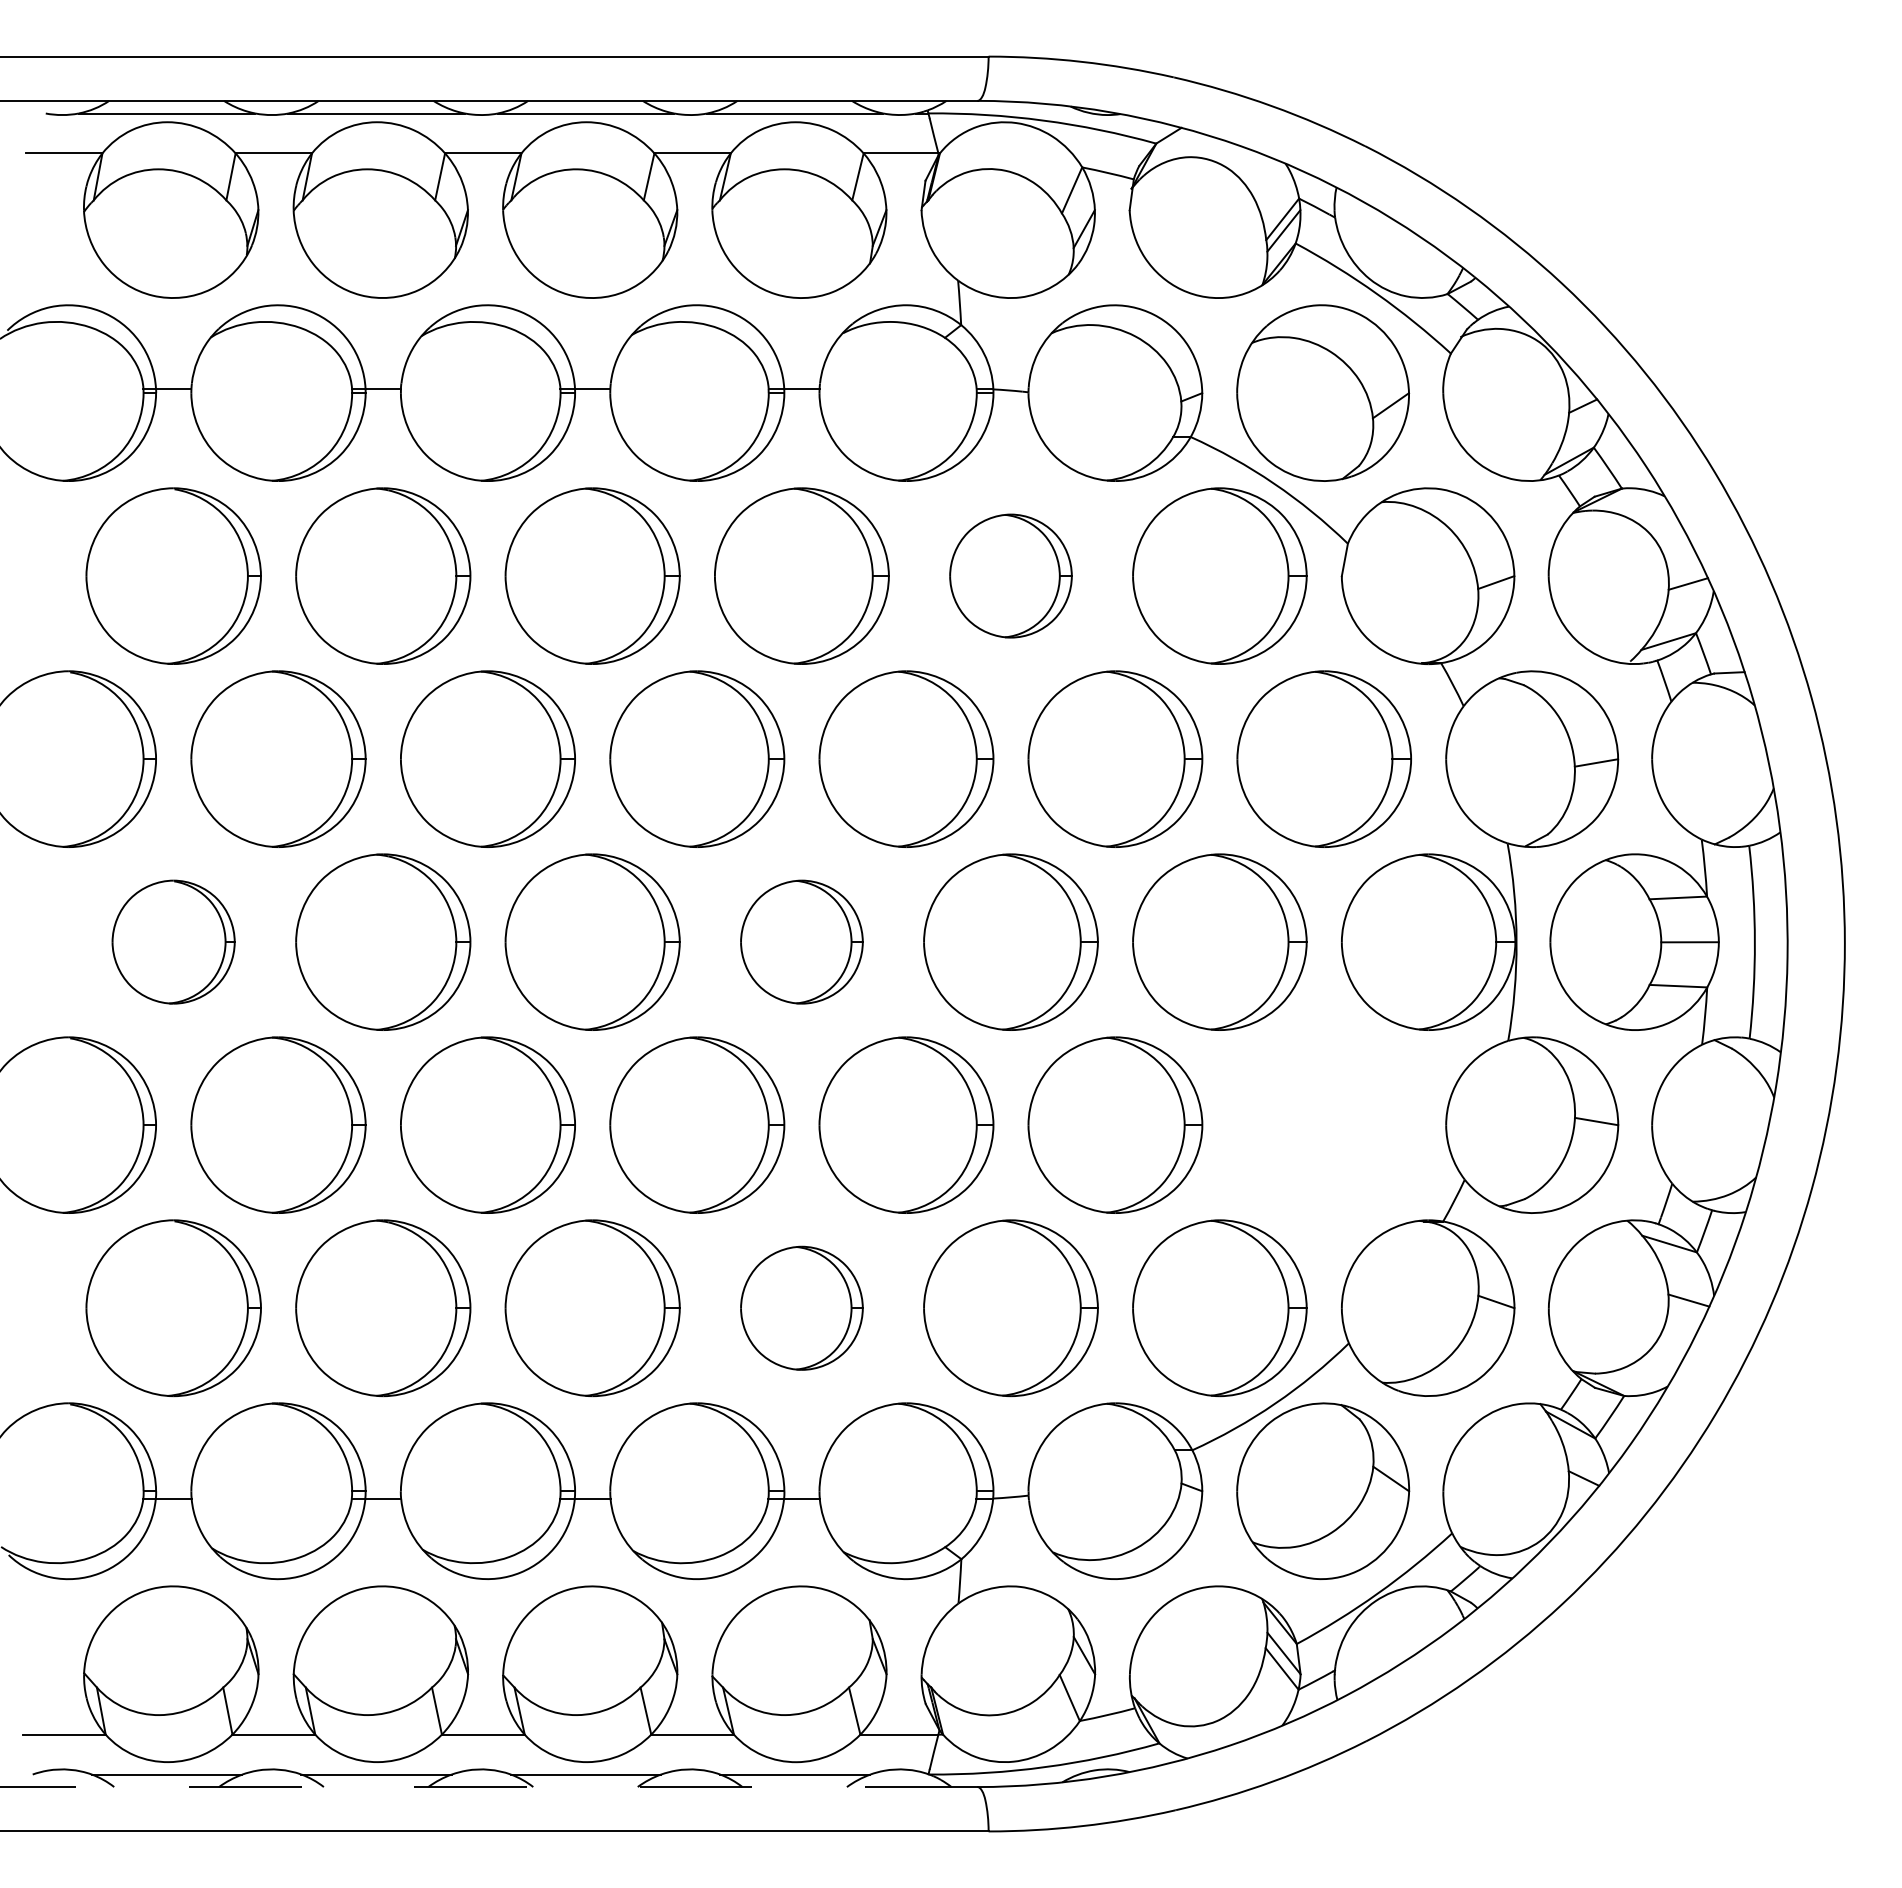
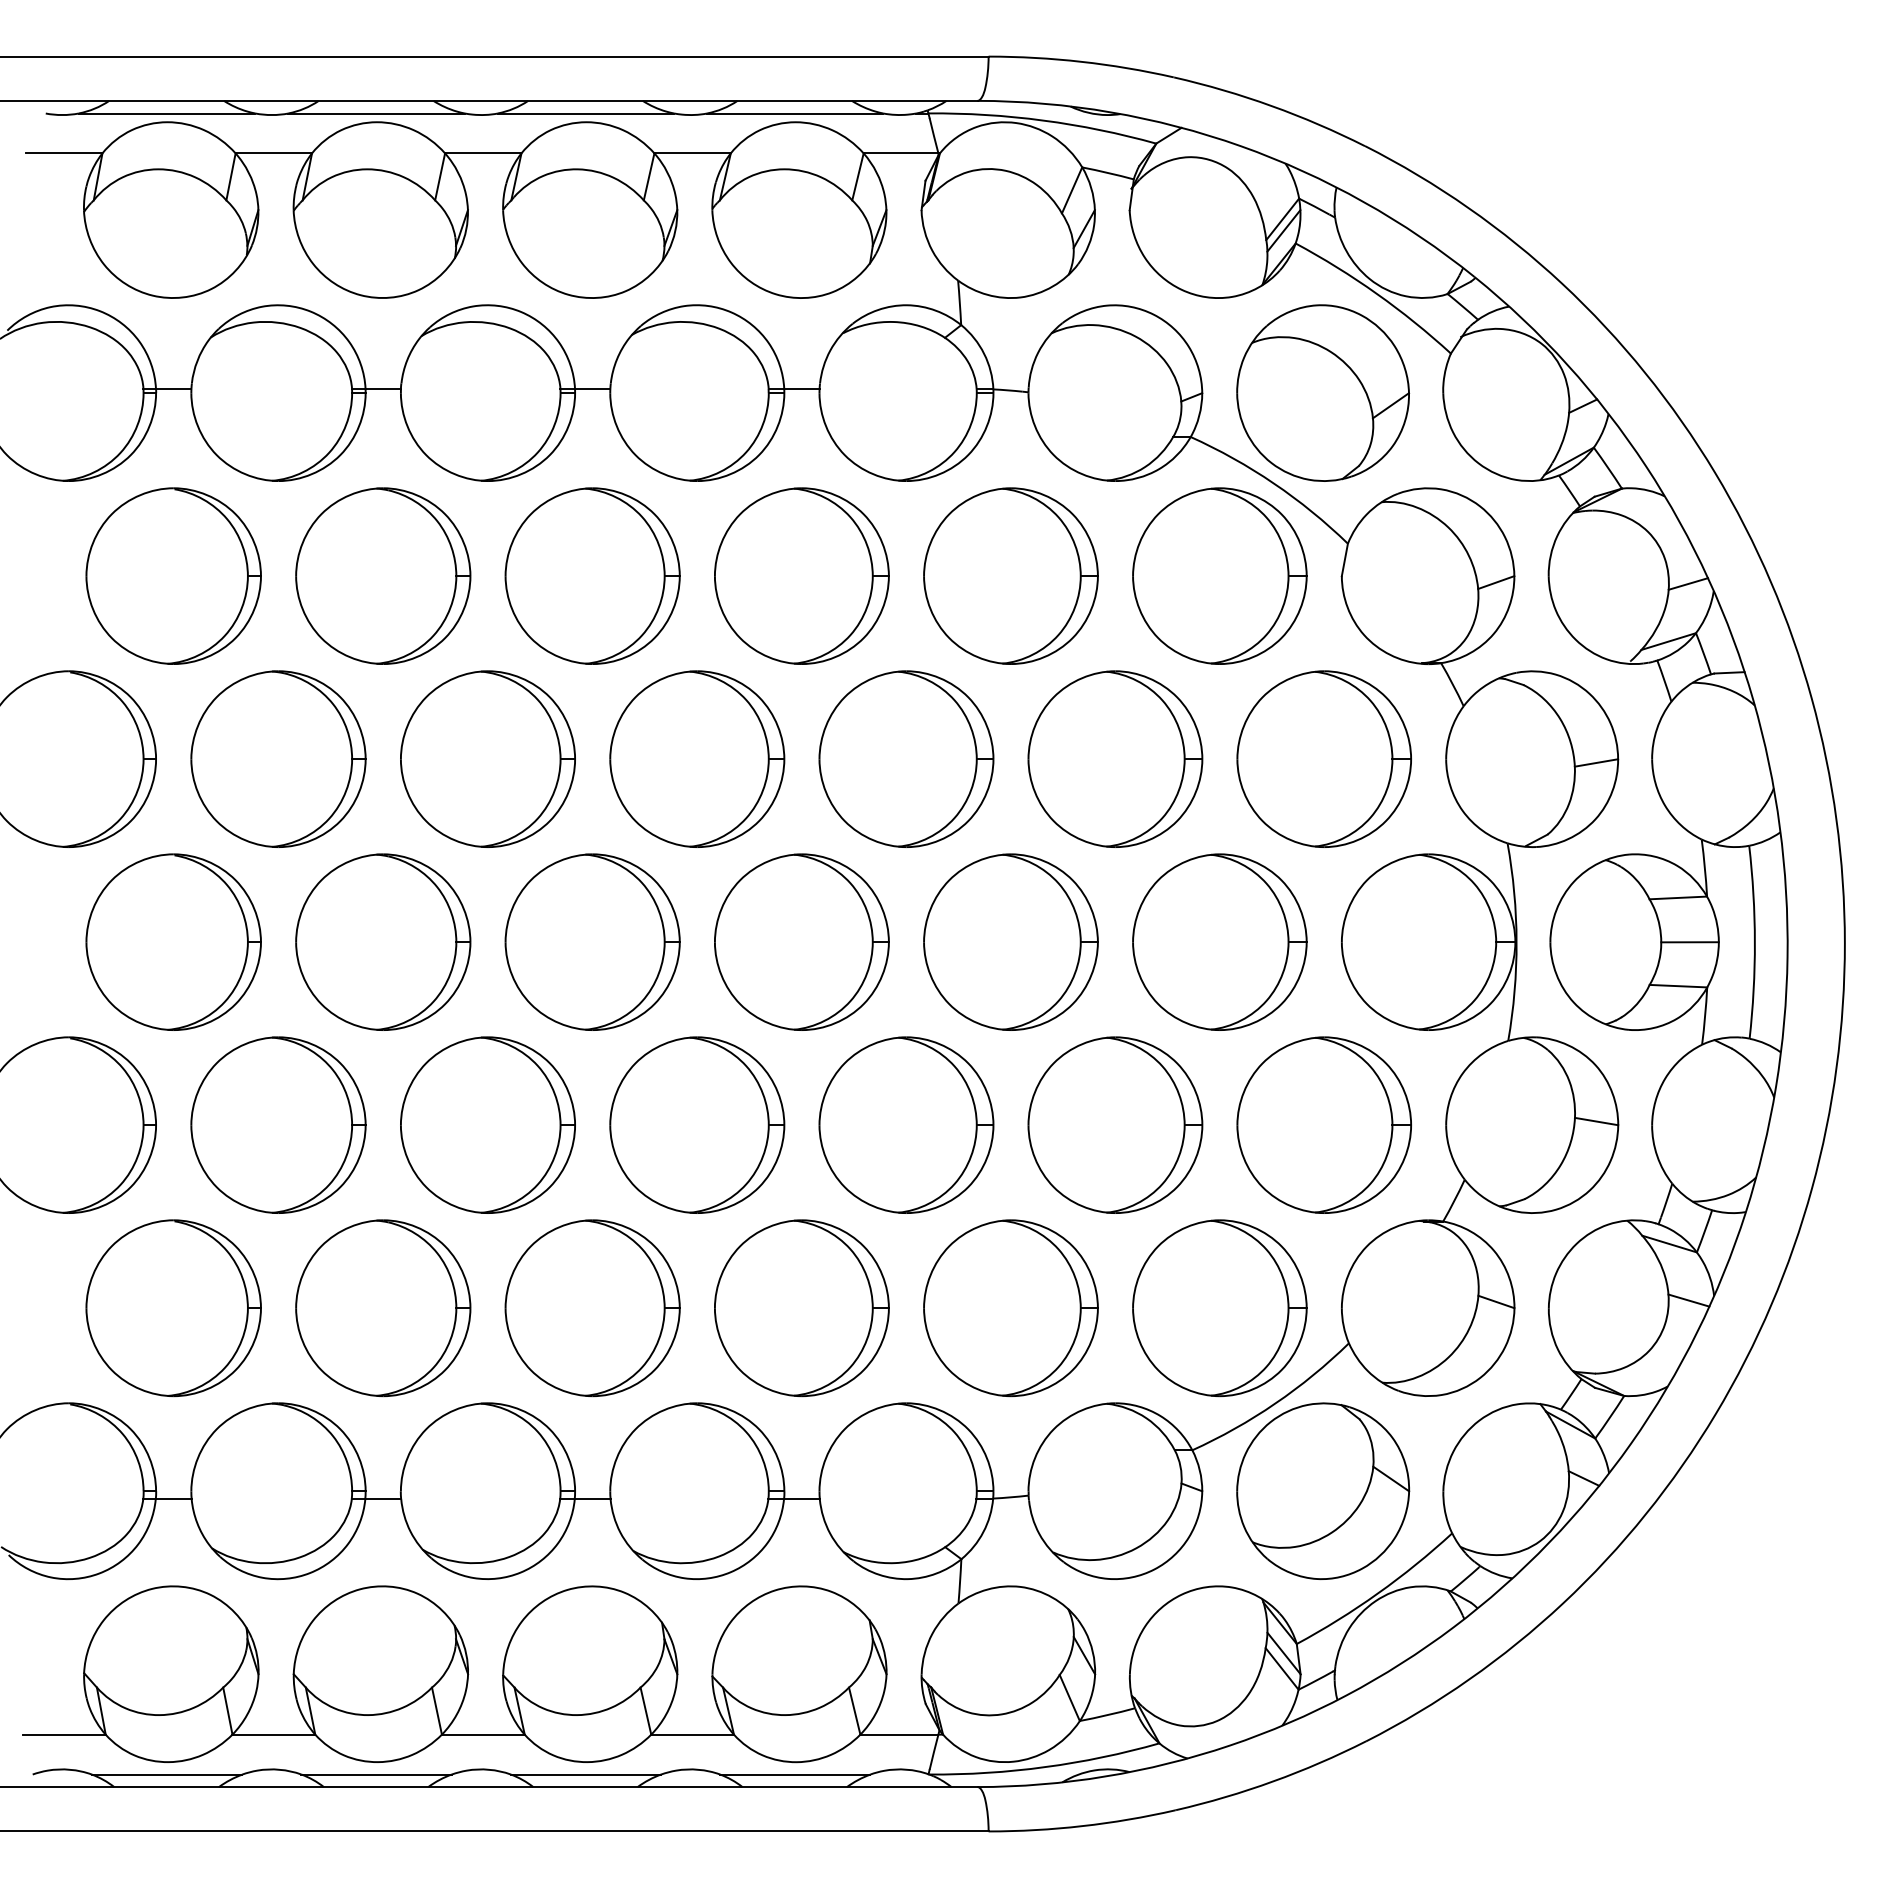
part at (1010, 575) size: 124x126 px -> 176x178 px
part at (173, 941) size: 125x126 px -> 177x178 px
part at (801, 941) size: 124x126 px -> 176x178 px
part at (1323, 1124): none -> present
part at (801, 1307) size: 124x126 px -> 176x179 px
line at (488, 1787): dashed -> solid
